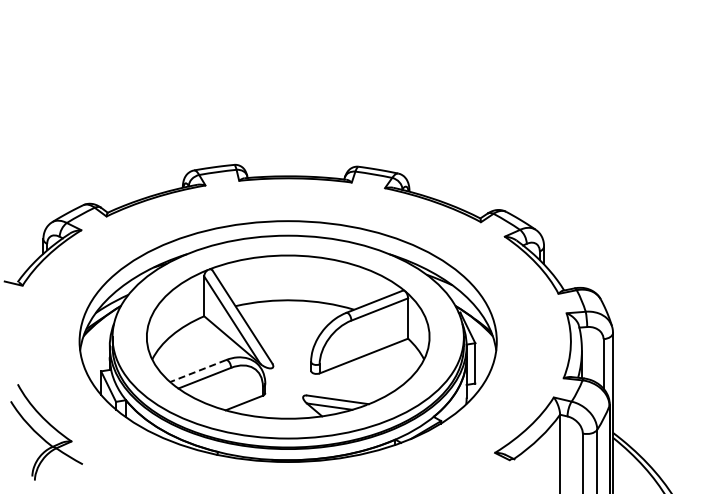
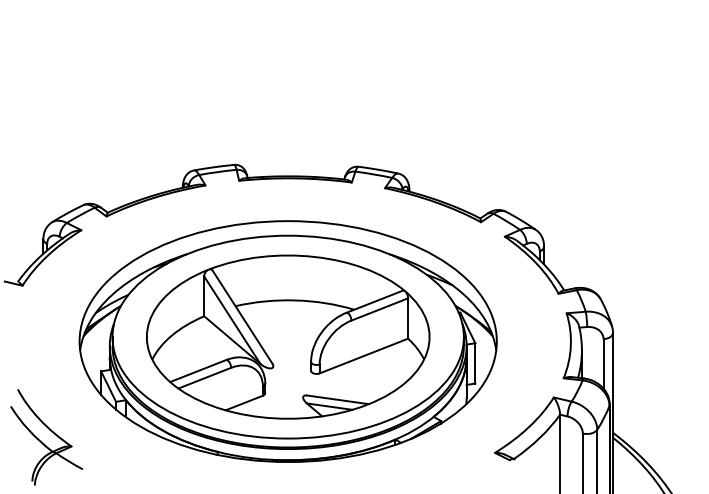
line at (198, 371): dashed -> solid
part at (46, 432) position: (46, 432) -> (46, 437)
